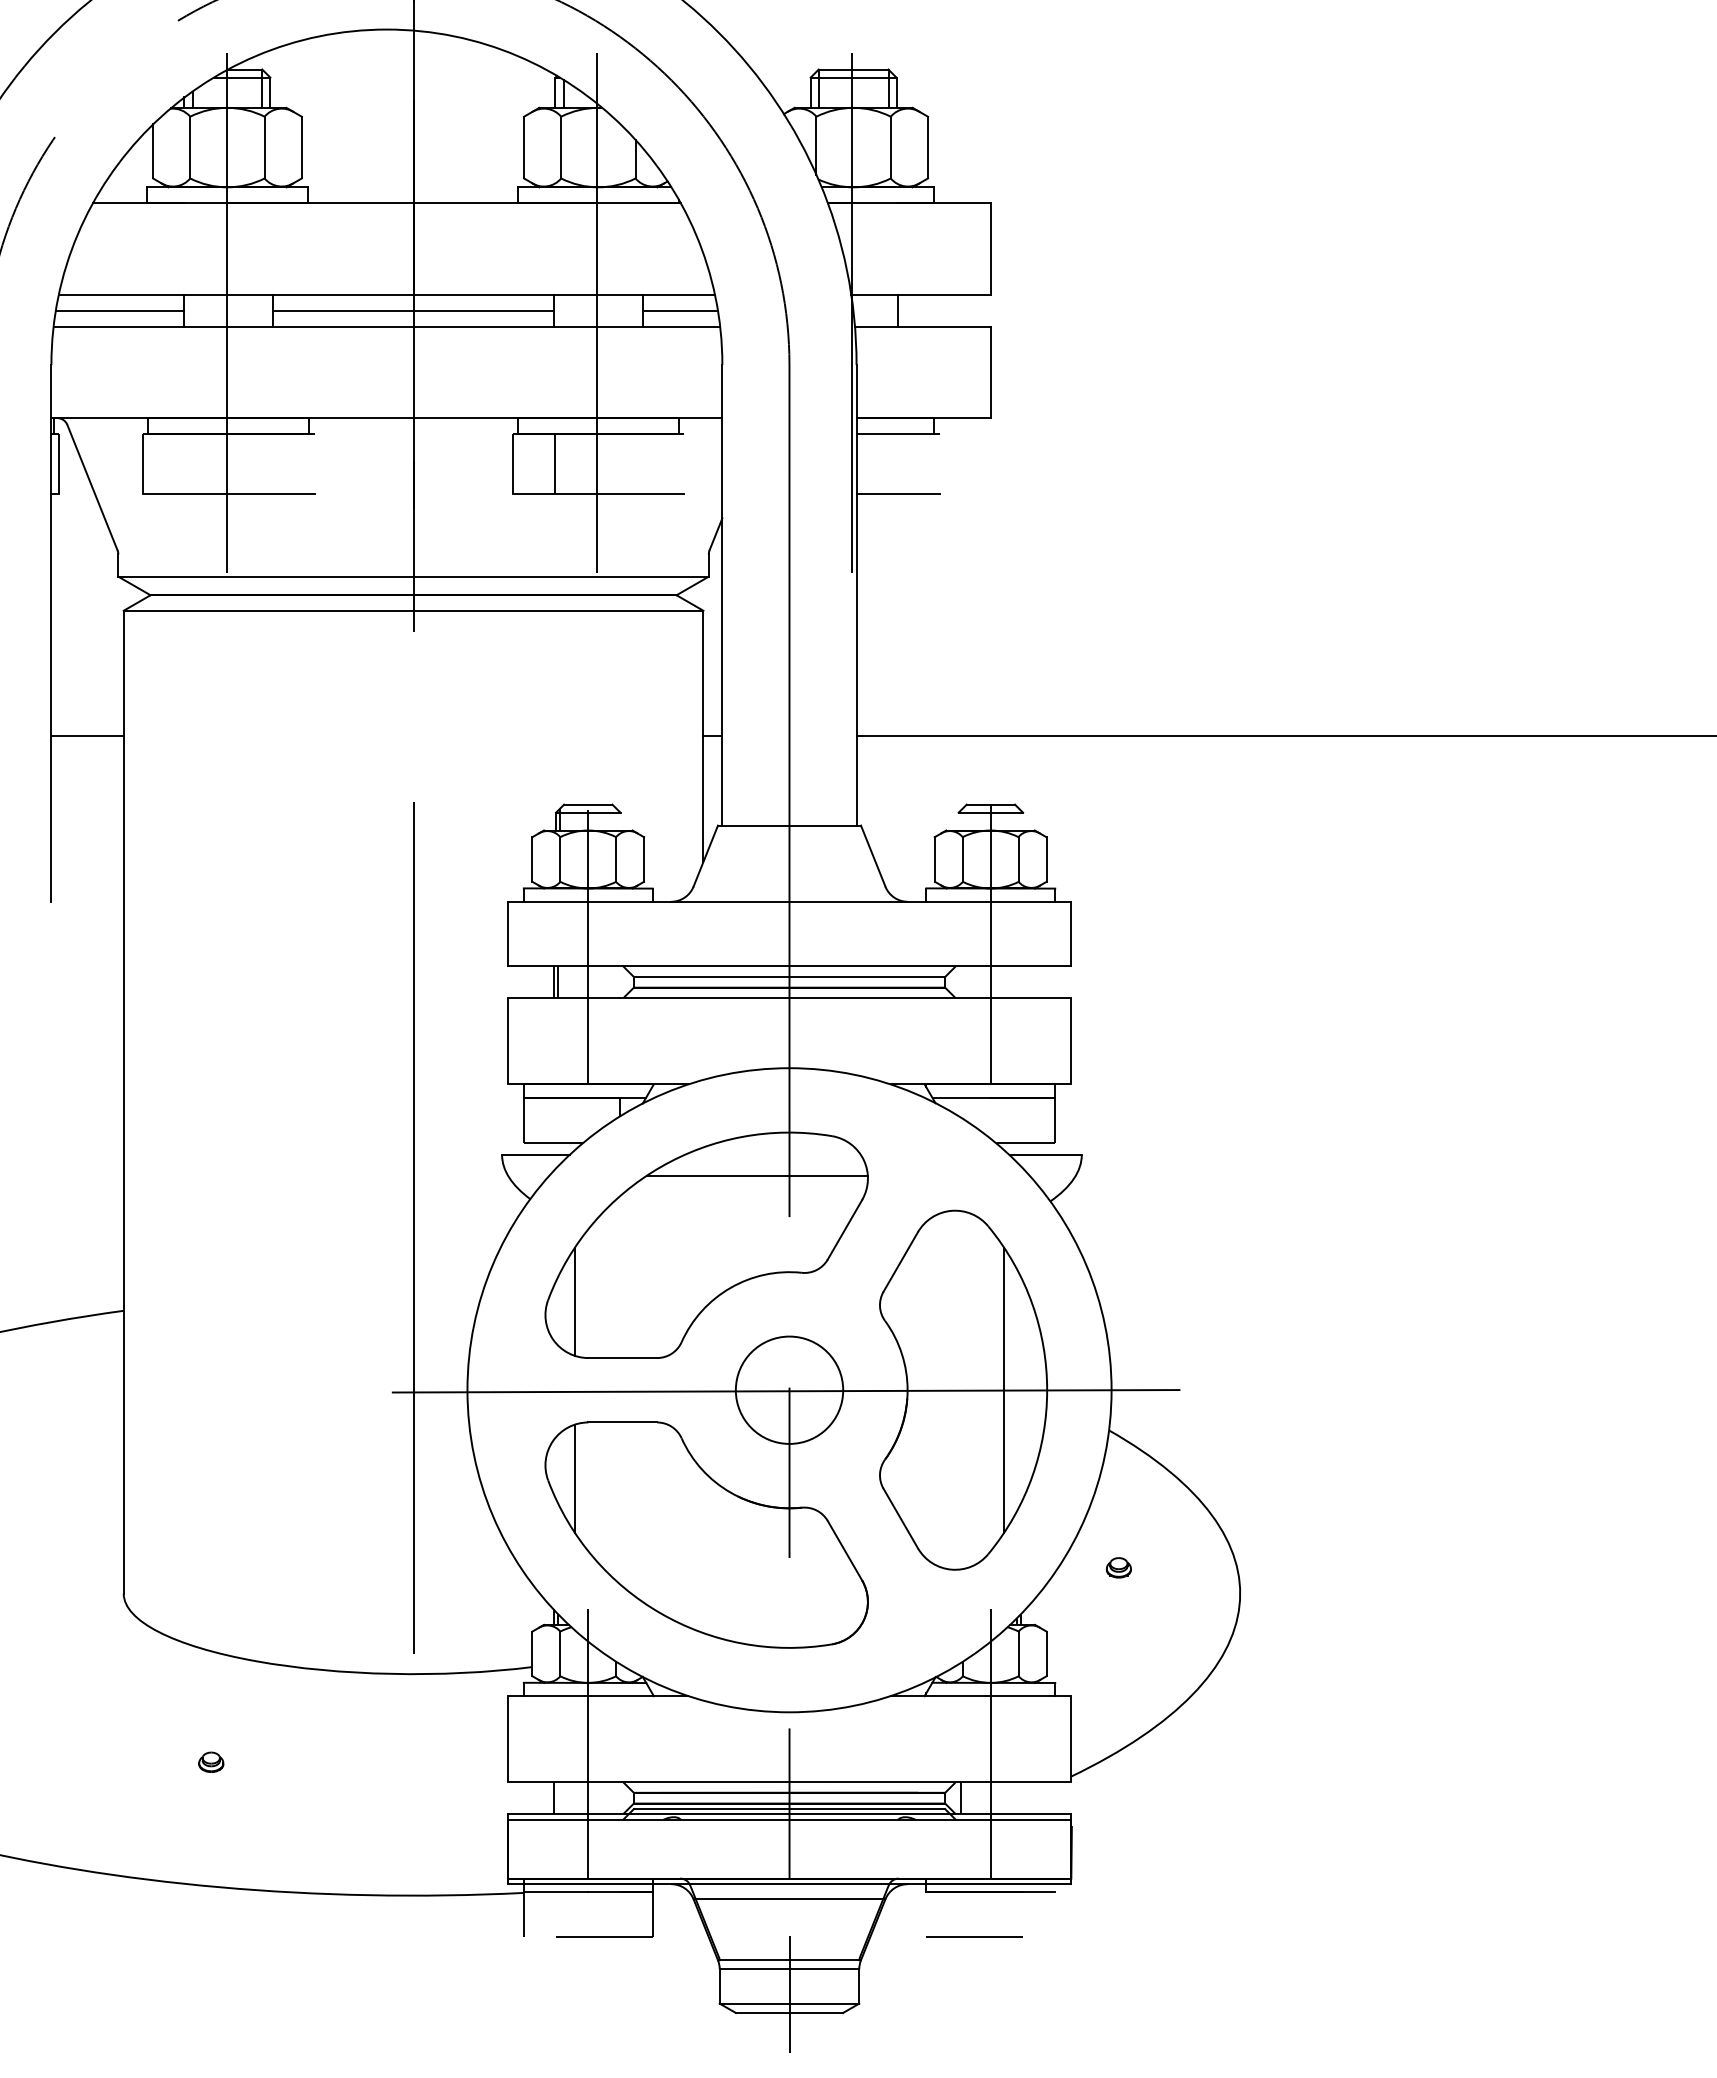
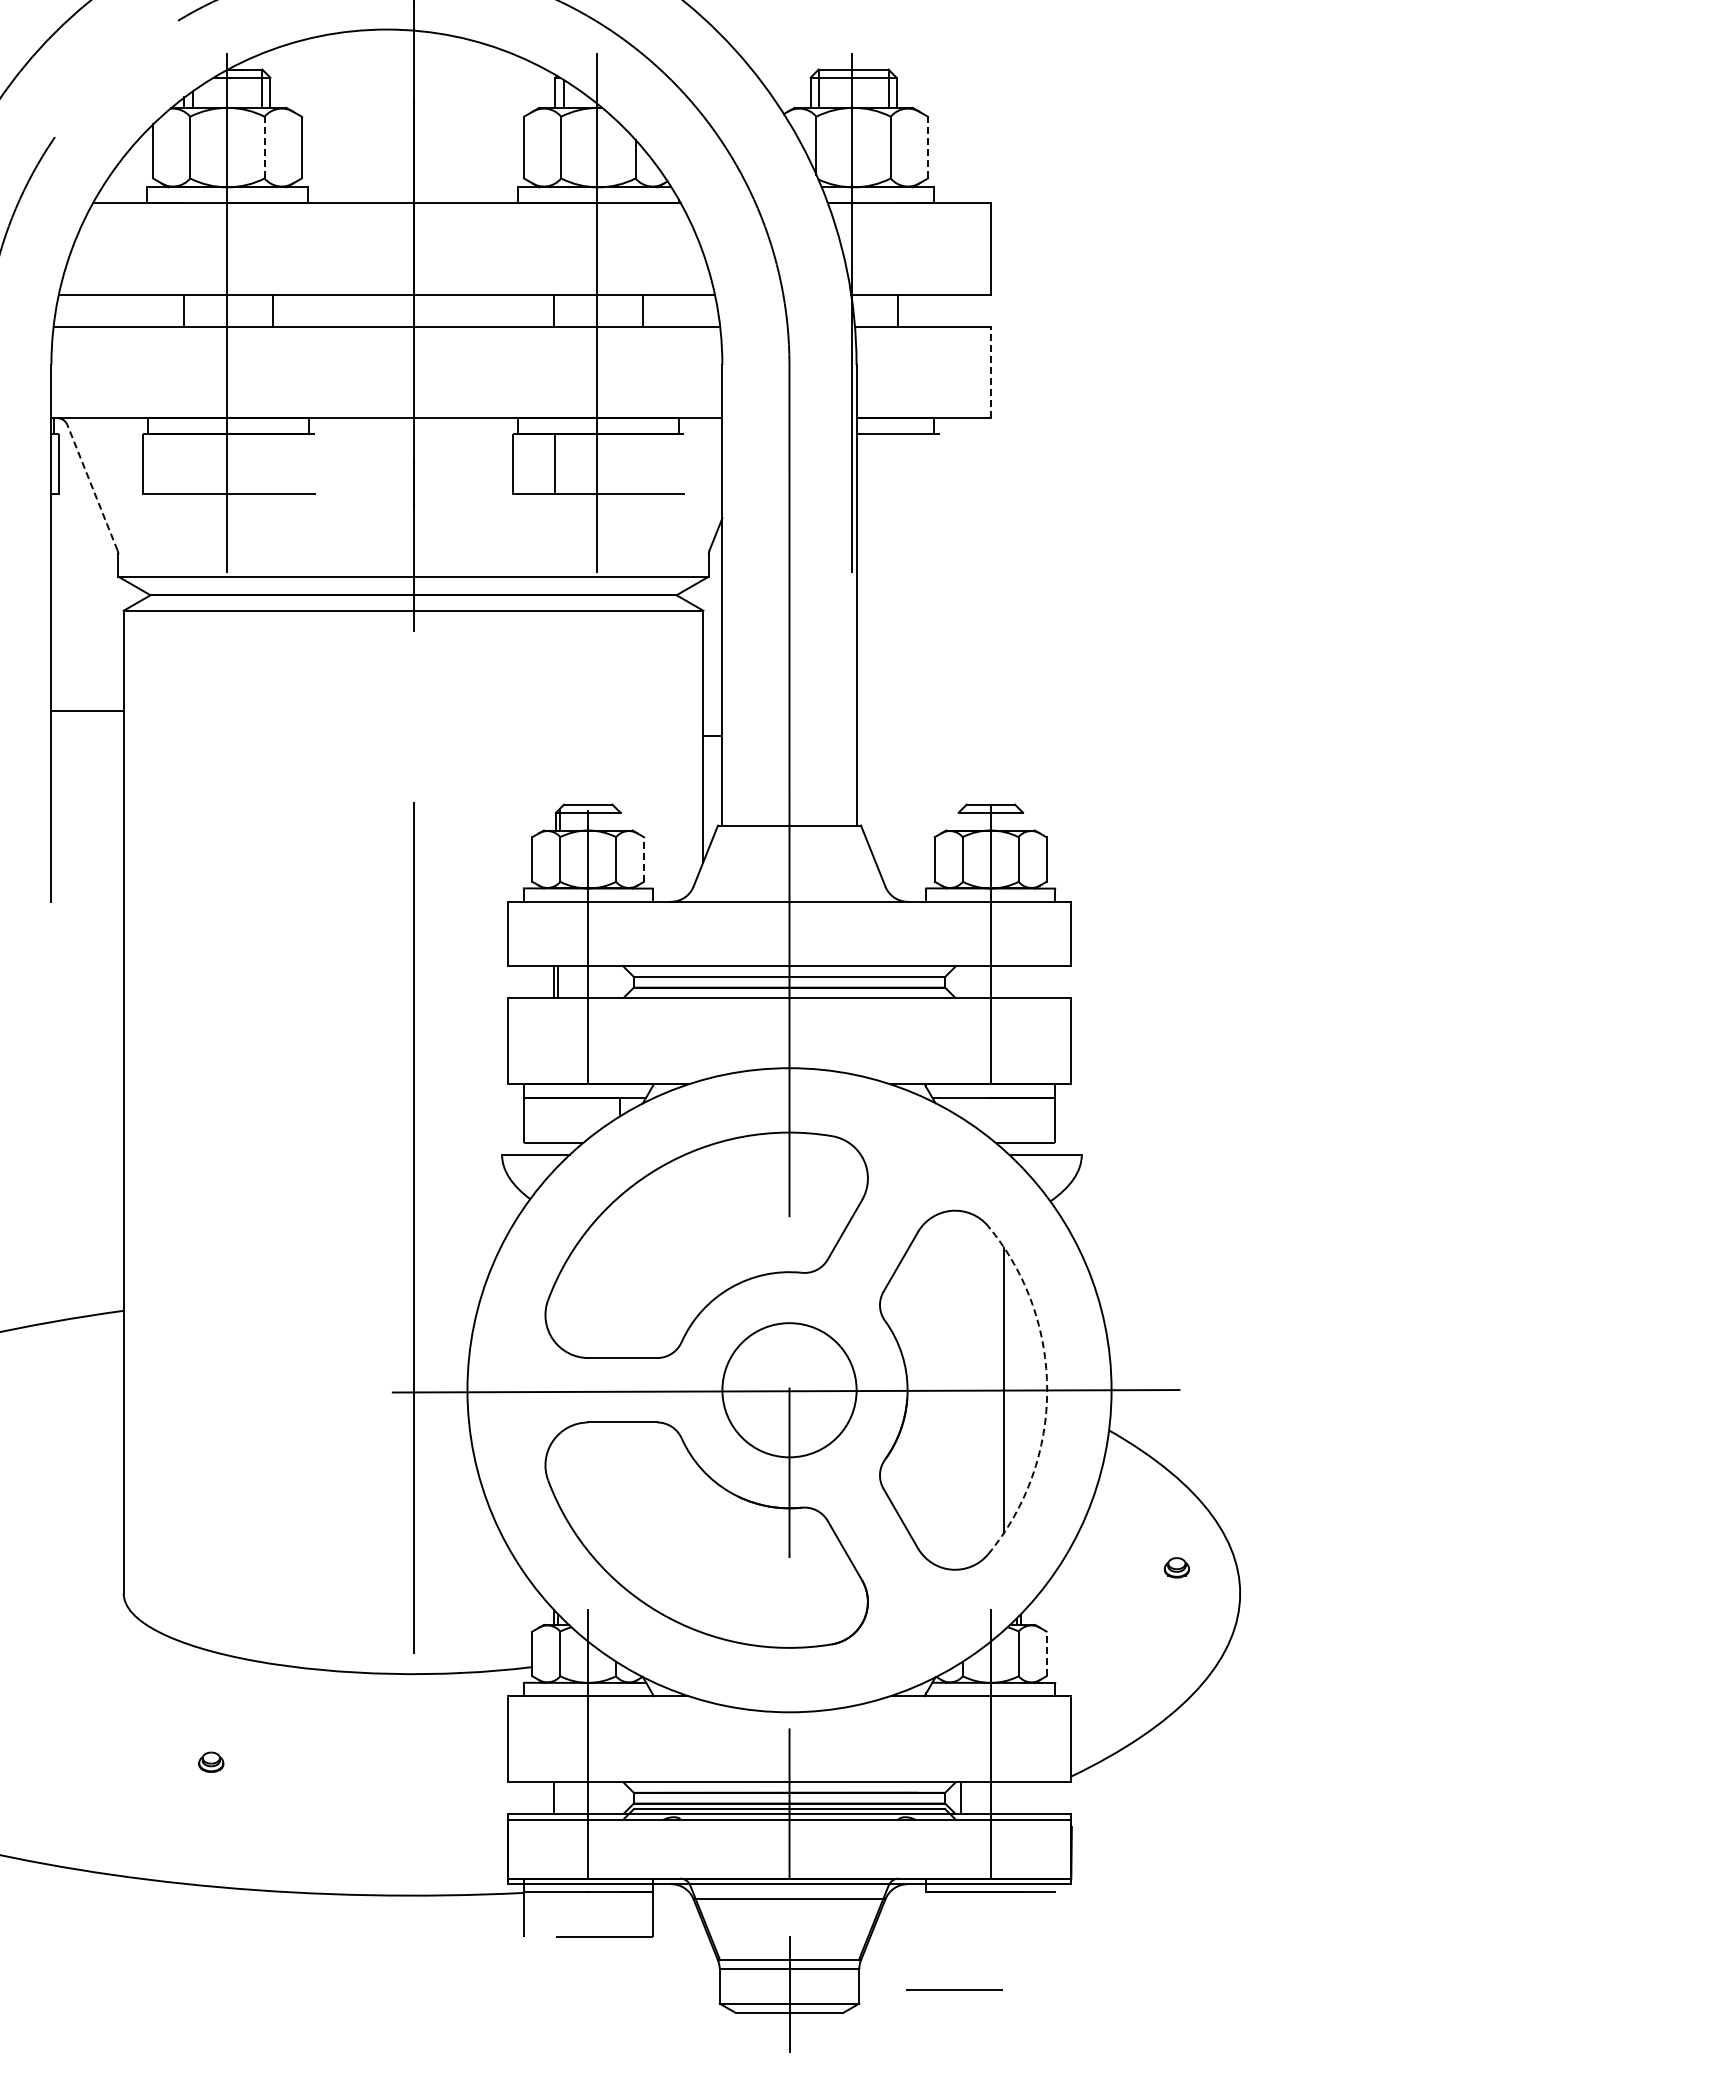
line at (264, 147): solid -> dashed
line at (928, 147): solid -> dashed
line at (119, 310): present -> none
line at (413, 310): present -> none
line at (679, 310): present -> none
line at (990, 372): solid -> dashed
line at (92, 487): solid -> dashed
line at (897, 494): present -> none
line at (87, 736) position: (87, 736) -> (87, 711)
line at (1284, 736): present -> none
line at (644, 859): solid -> dashed
line at (757, 1175): present -> none
line at (574, 1301): present -> none
circle at (789, 1389) diameter: 107 px -> 134 px
arc at (1047, 1390): solid -> dashed
line at (574, 1478): present -> none
part at (1118, 1567) position: (1118, 1567) -> (1176, 1567)
line at (1046, 1653): solid -> dashed
line at (974, 1936) position: (974, 1936) -> (954, 1989)
